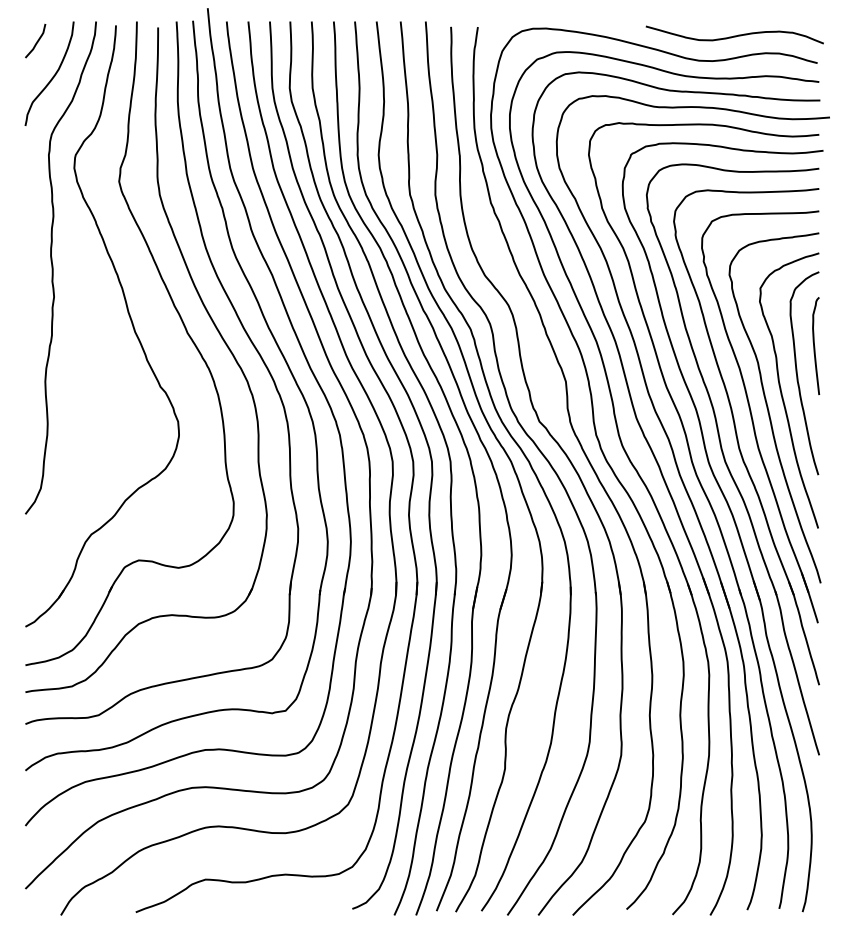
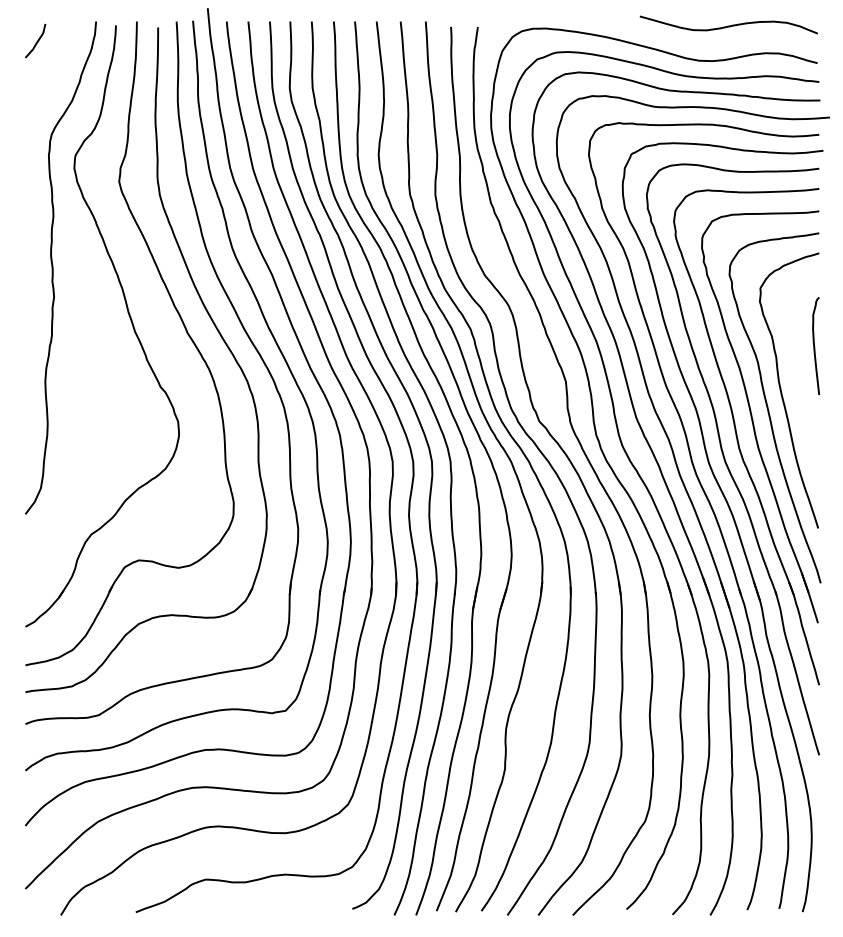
curve at (734, 35) position: (734, 35) -> (728, 25)
curve at (52, 76): present -> none
curve at (798, 376): present -> none
